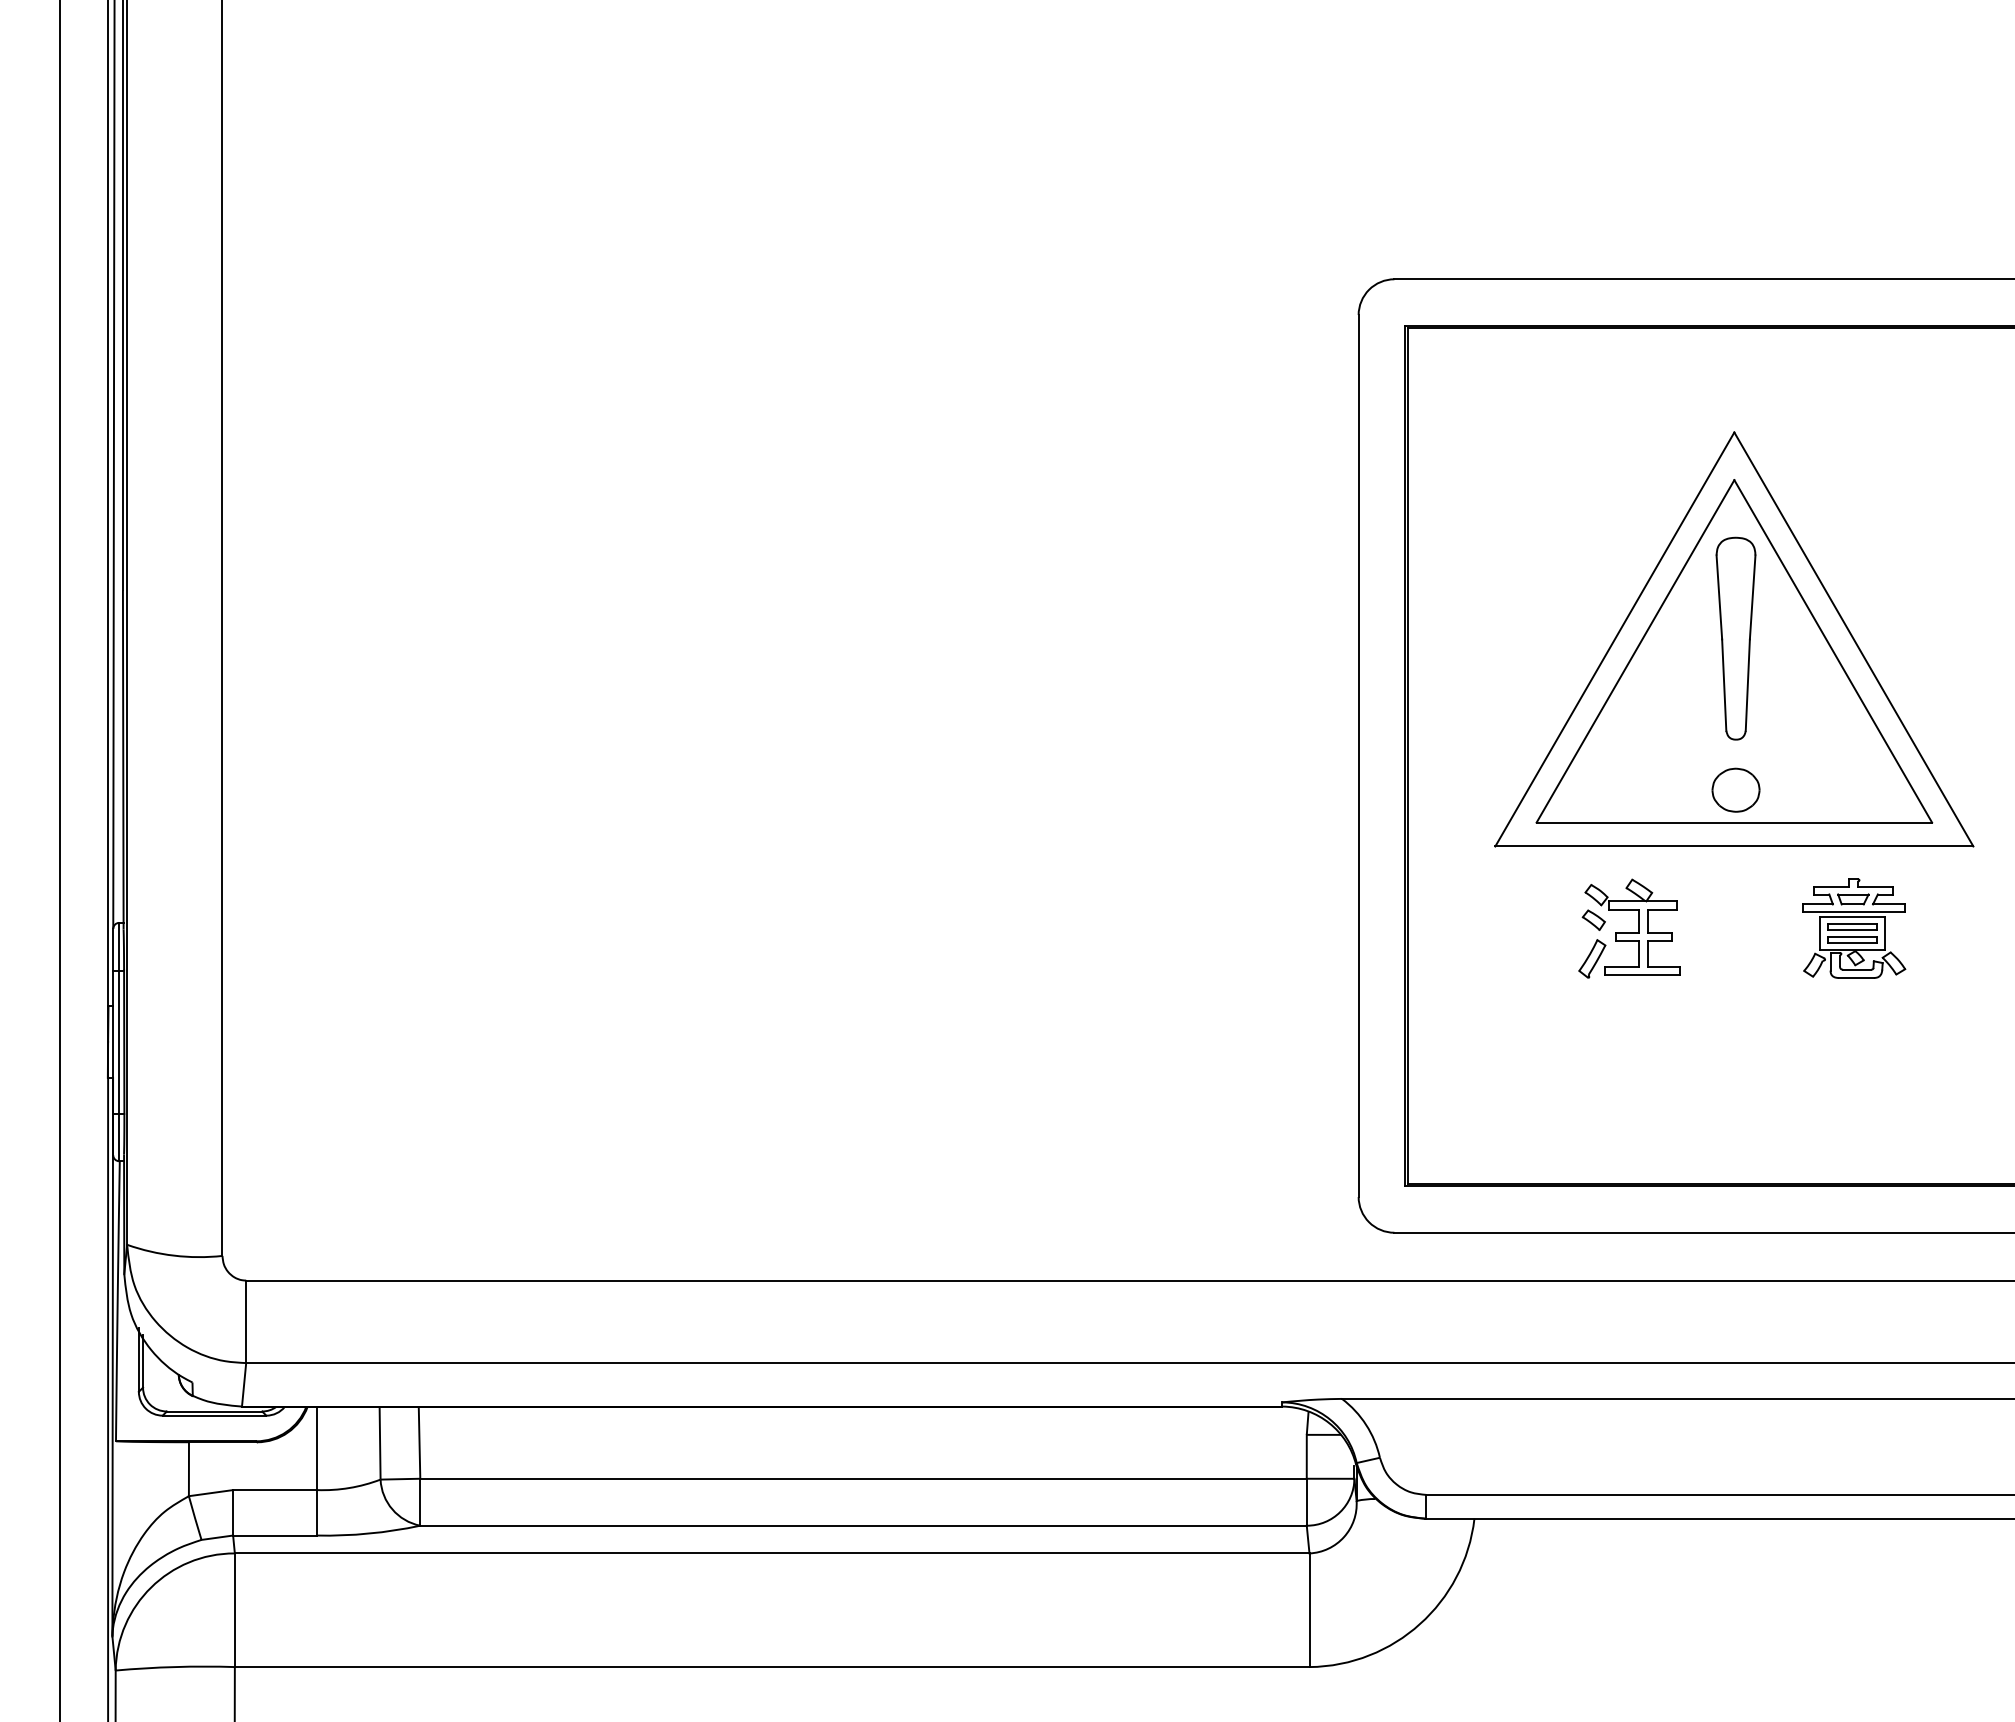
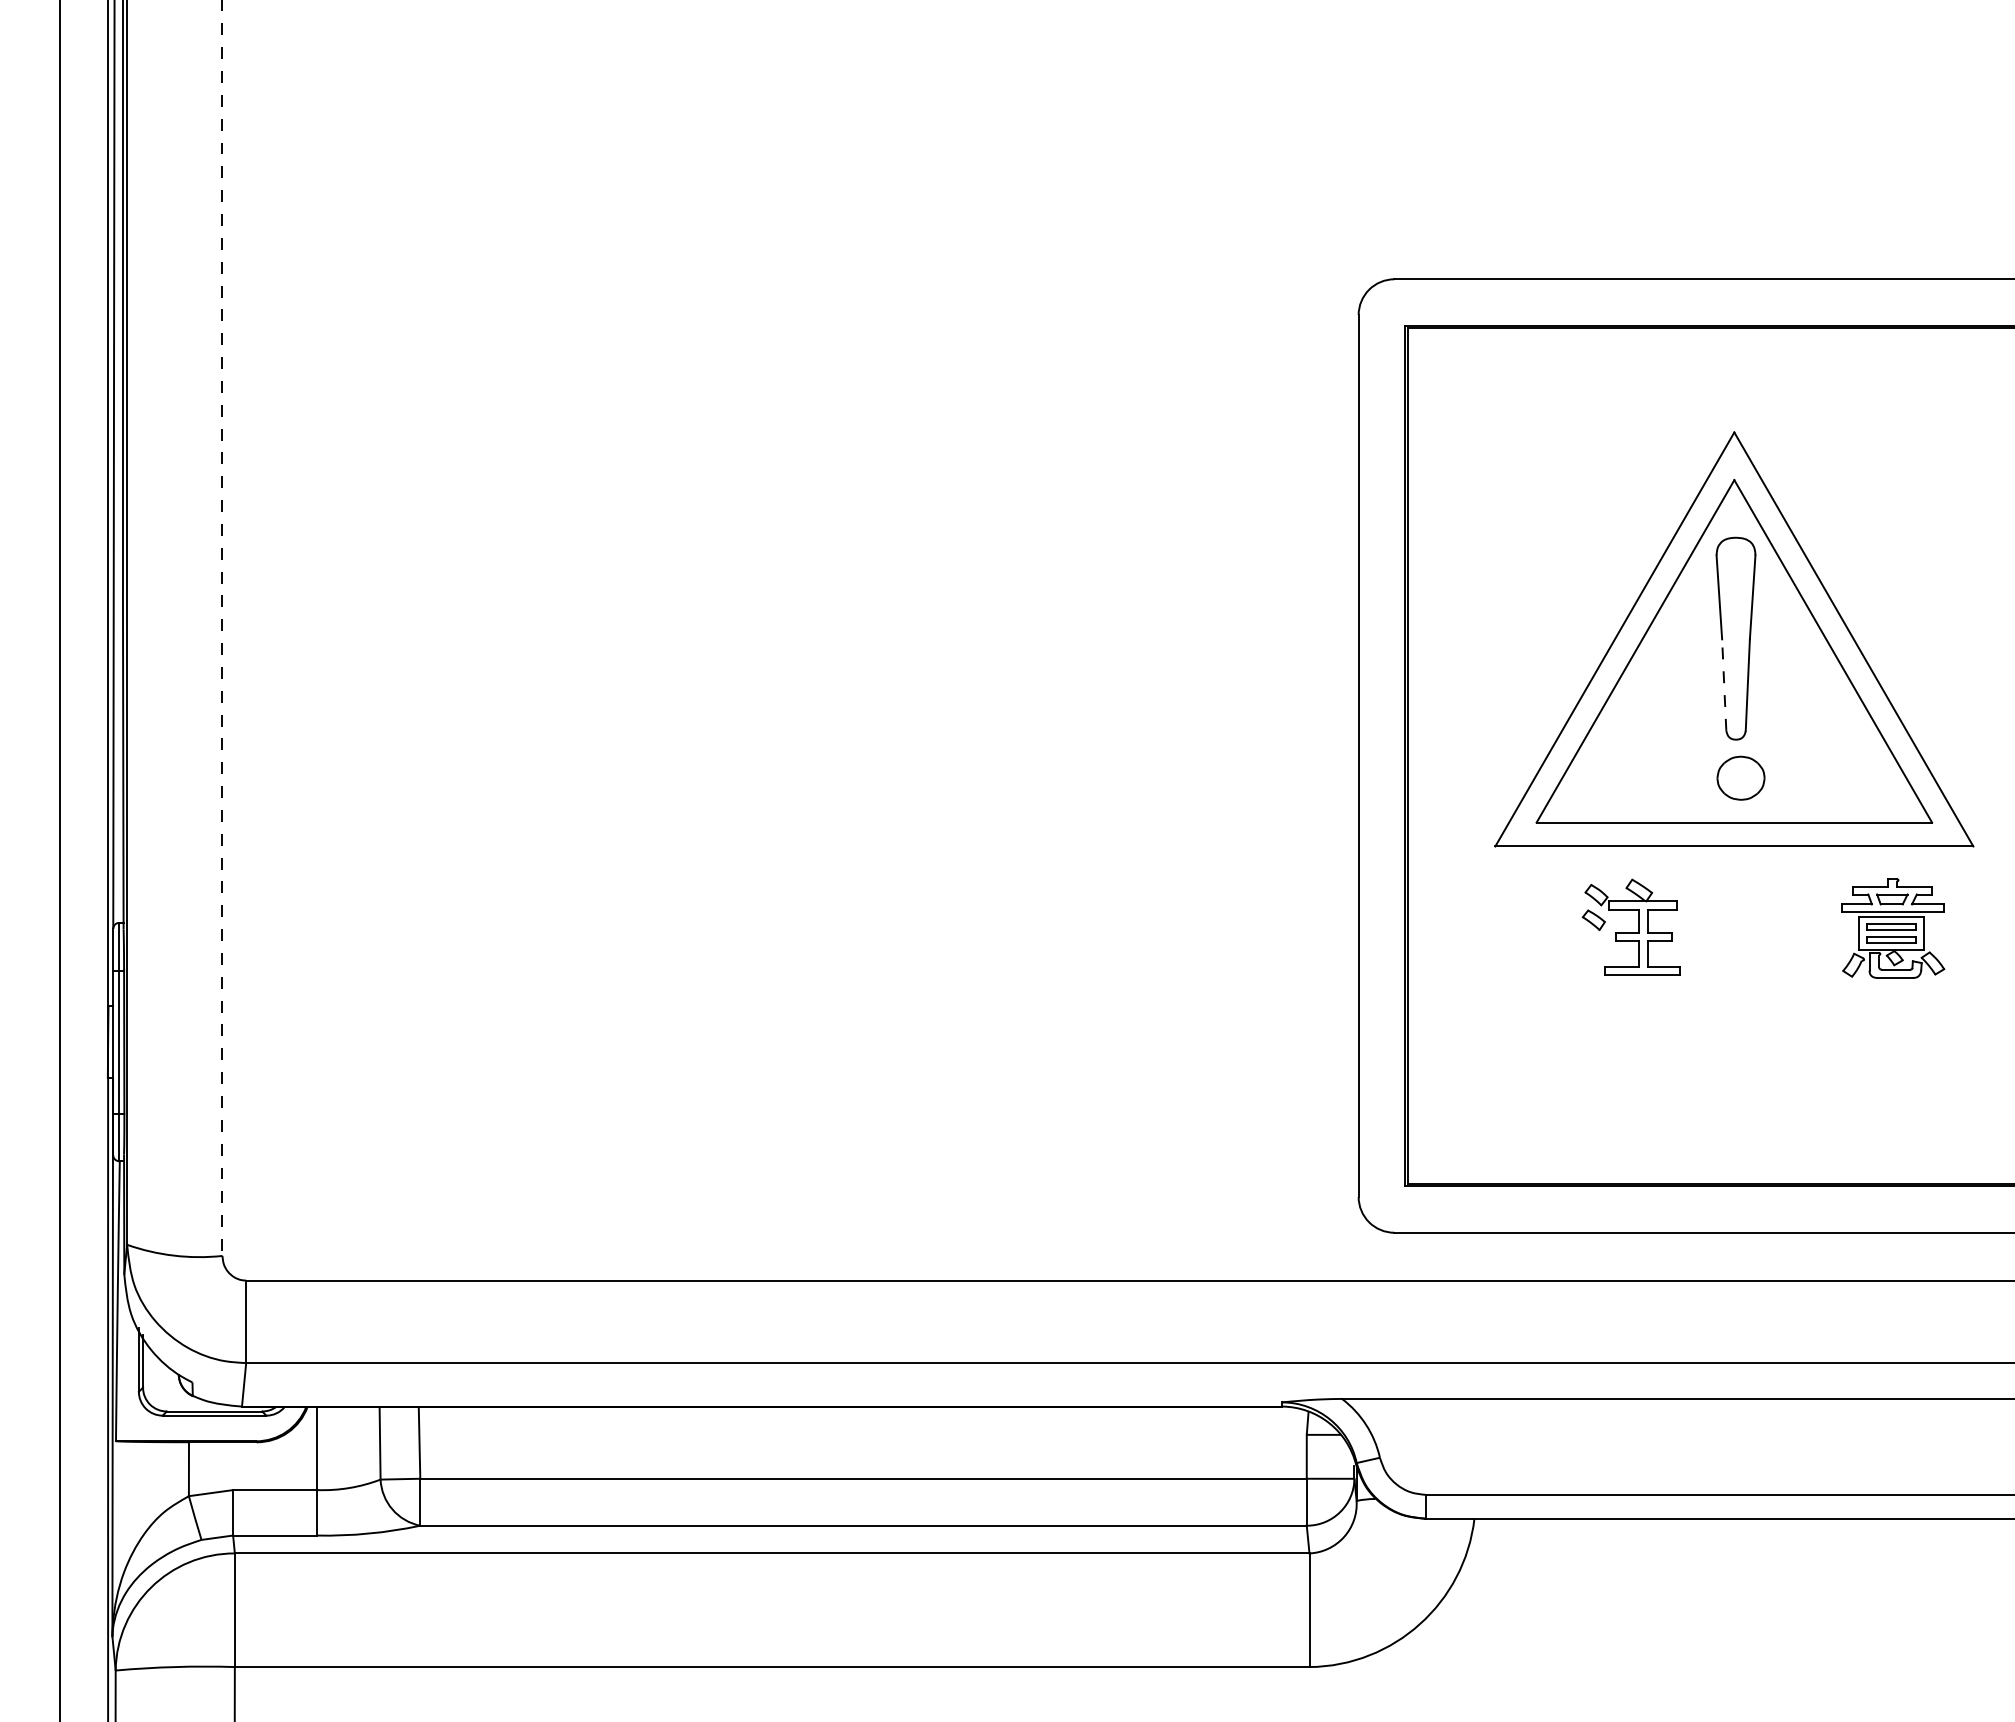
line at (222, 628): solid -> dashed
line at (1724, 685): solid -> dashed
part at (1735, 789) position: (1735, 789) -> (1740, 777)
part at (1854, 928) position: (1854, 928) -> (1893, 928)
part at (1592, 958): present -> none
